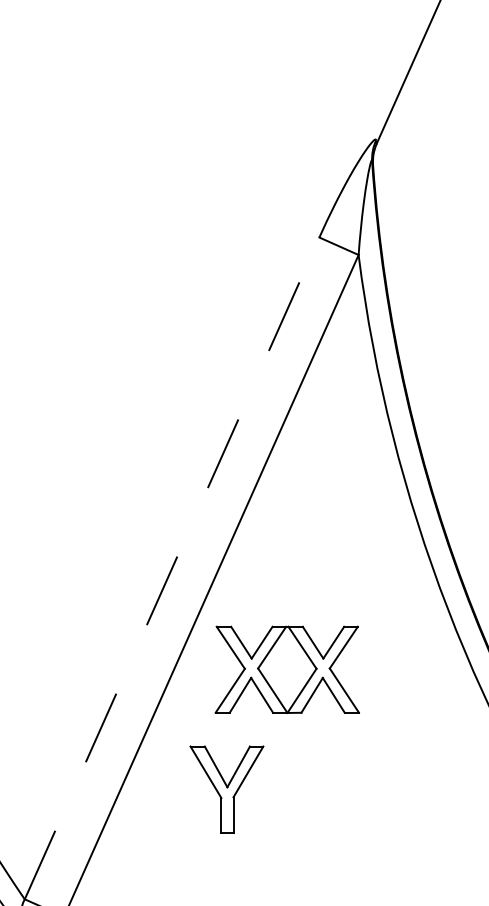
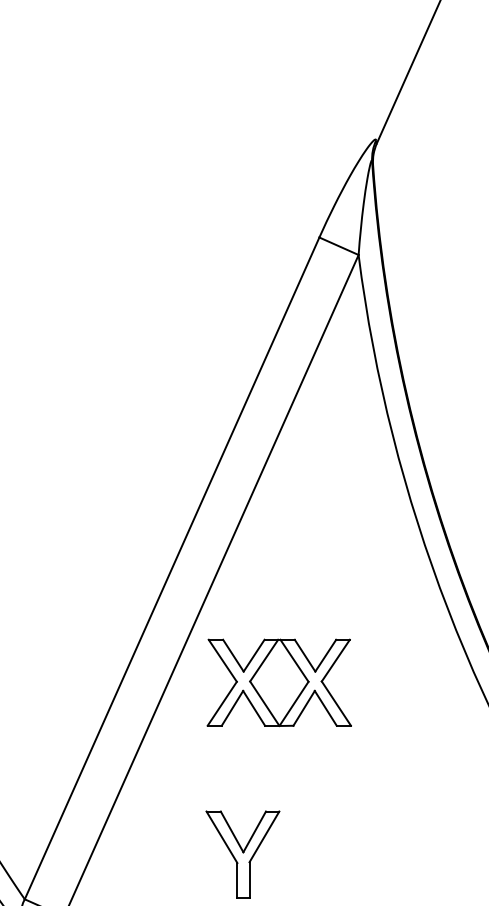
line at (172, 567): dashed -> solid
part at (286, 669) position: (286, 669) -> (278, 682)
part at (226, 789) position: (226, 789) -> (242, 854)
